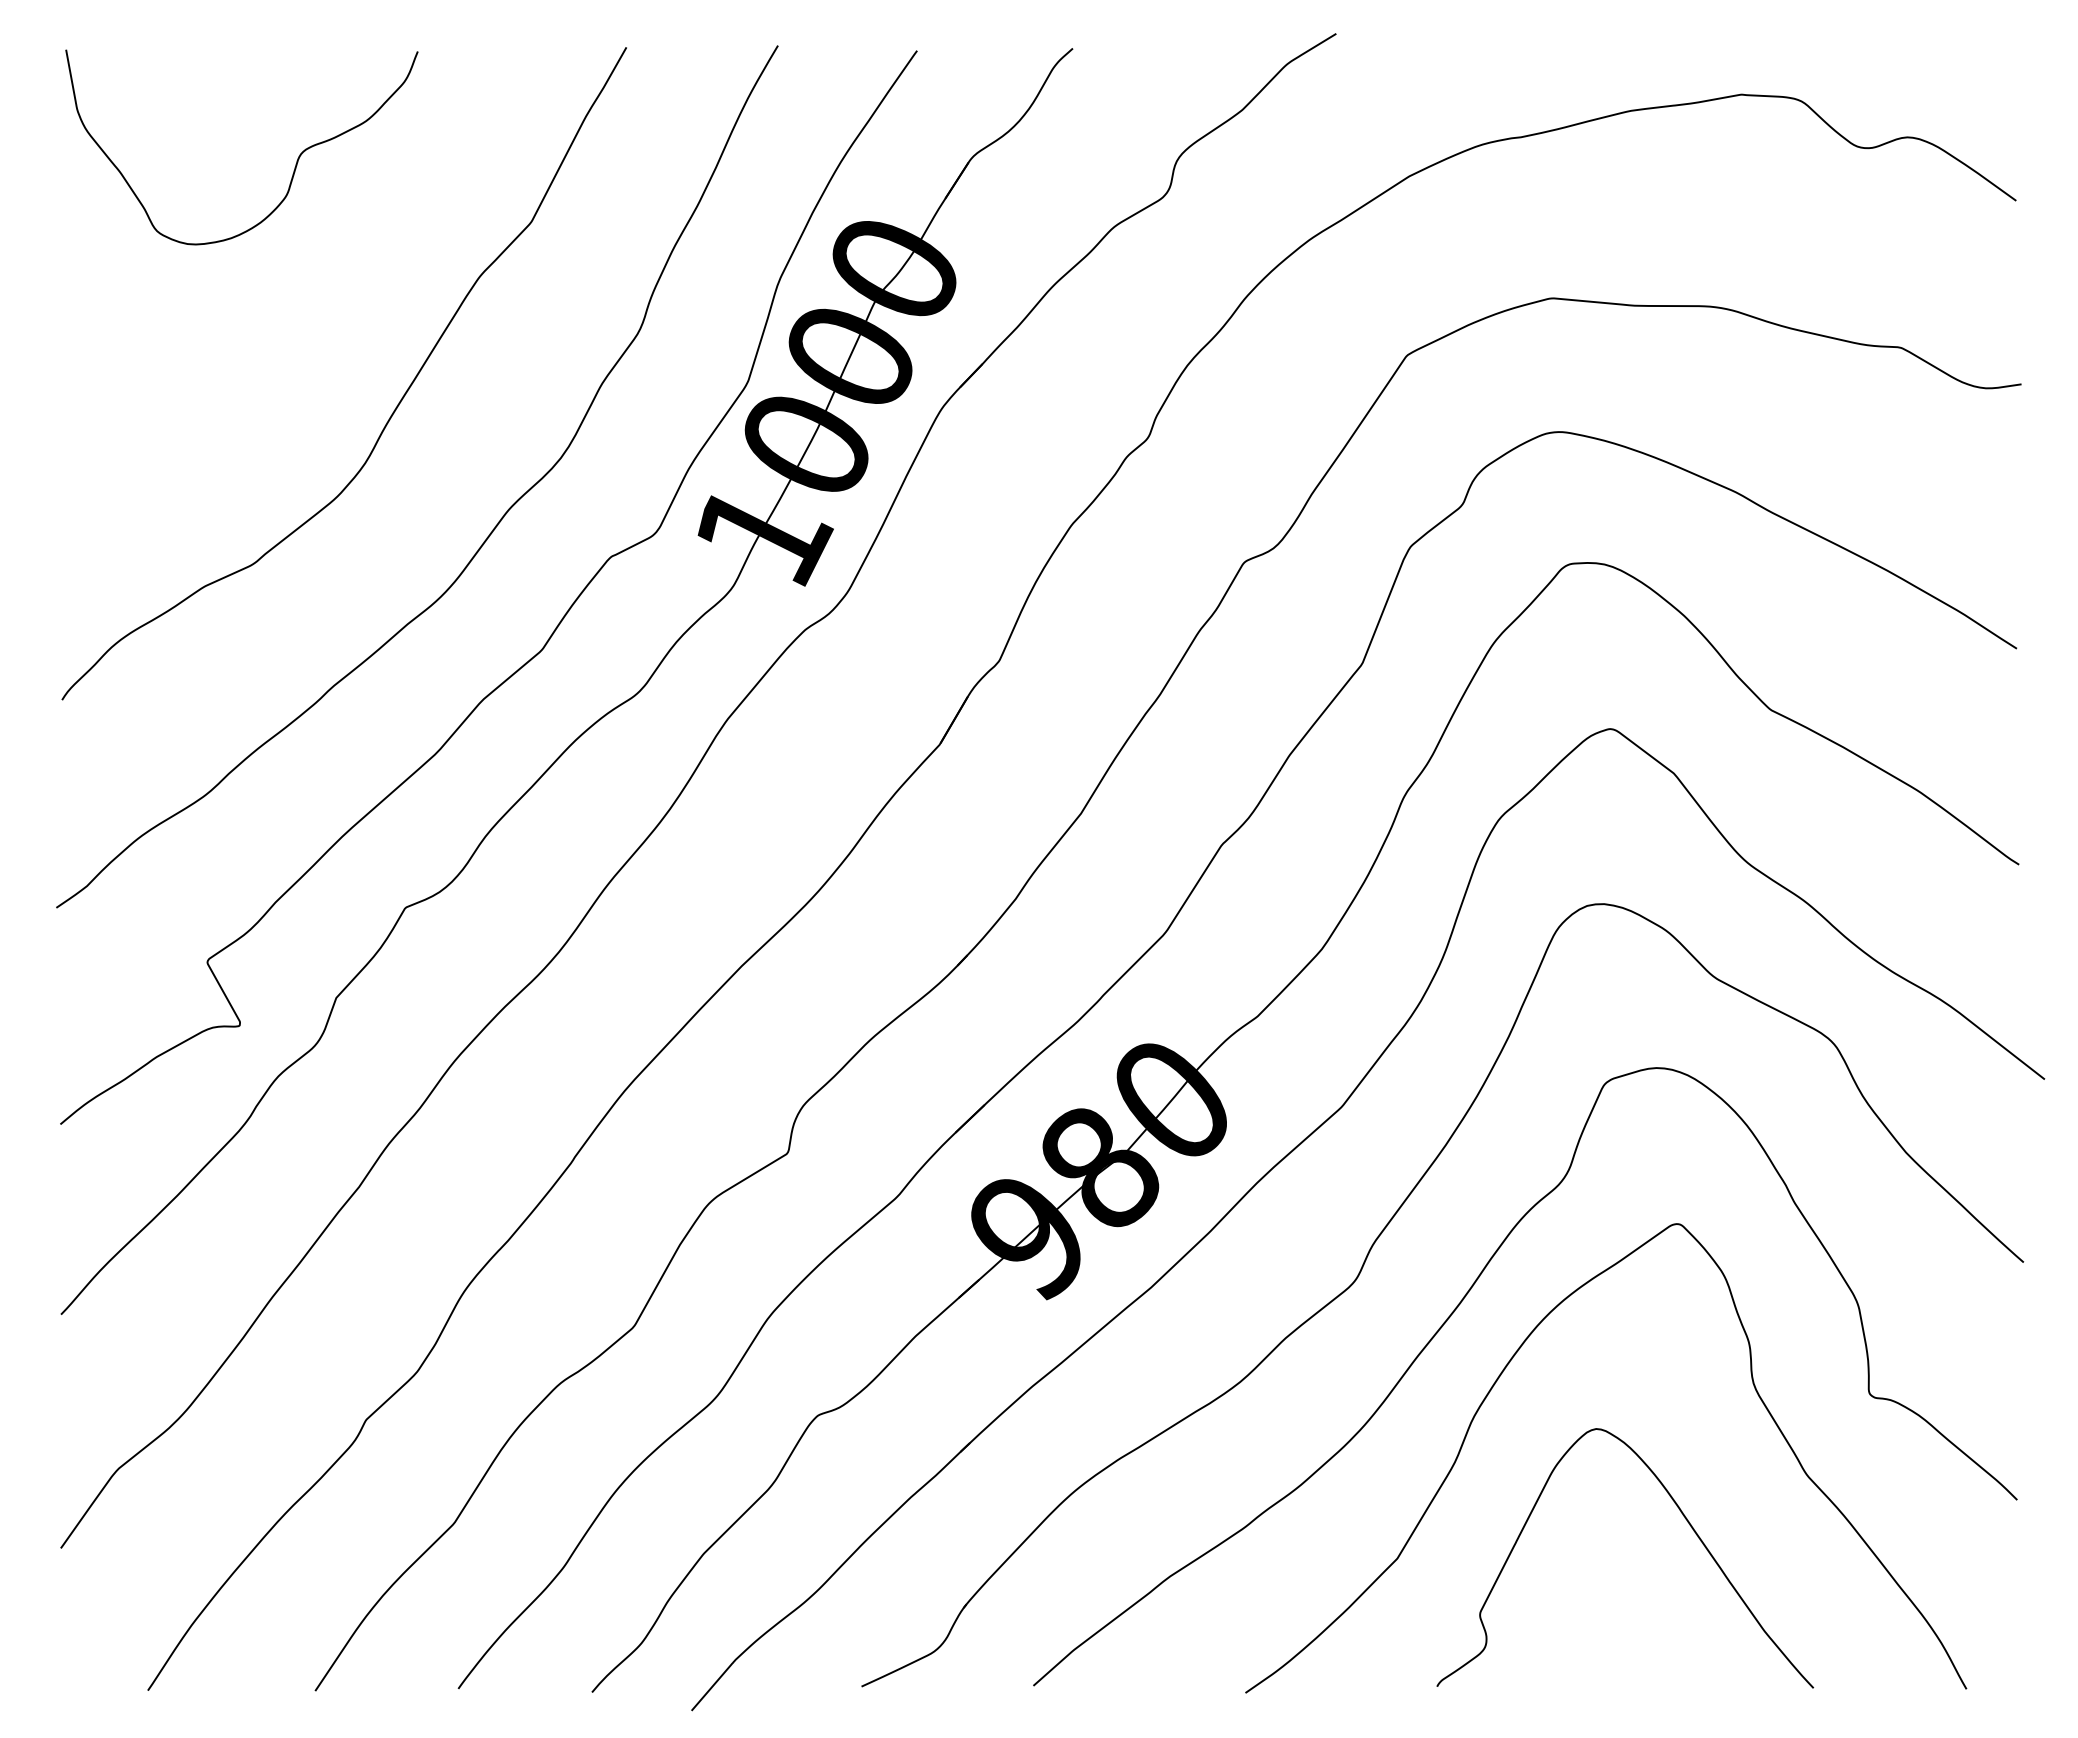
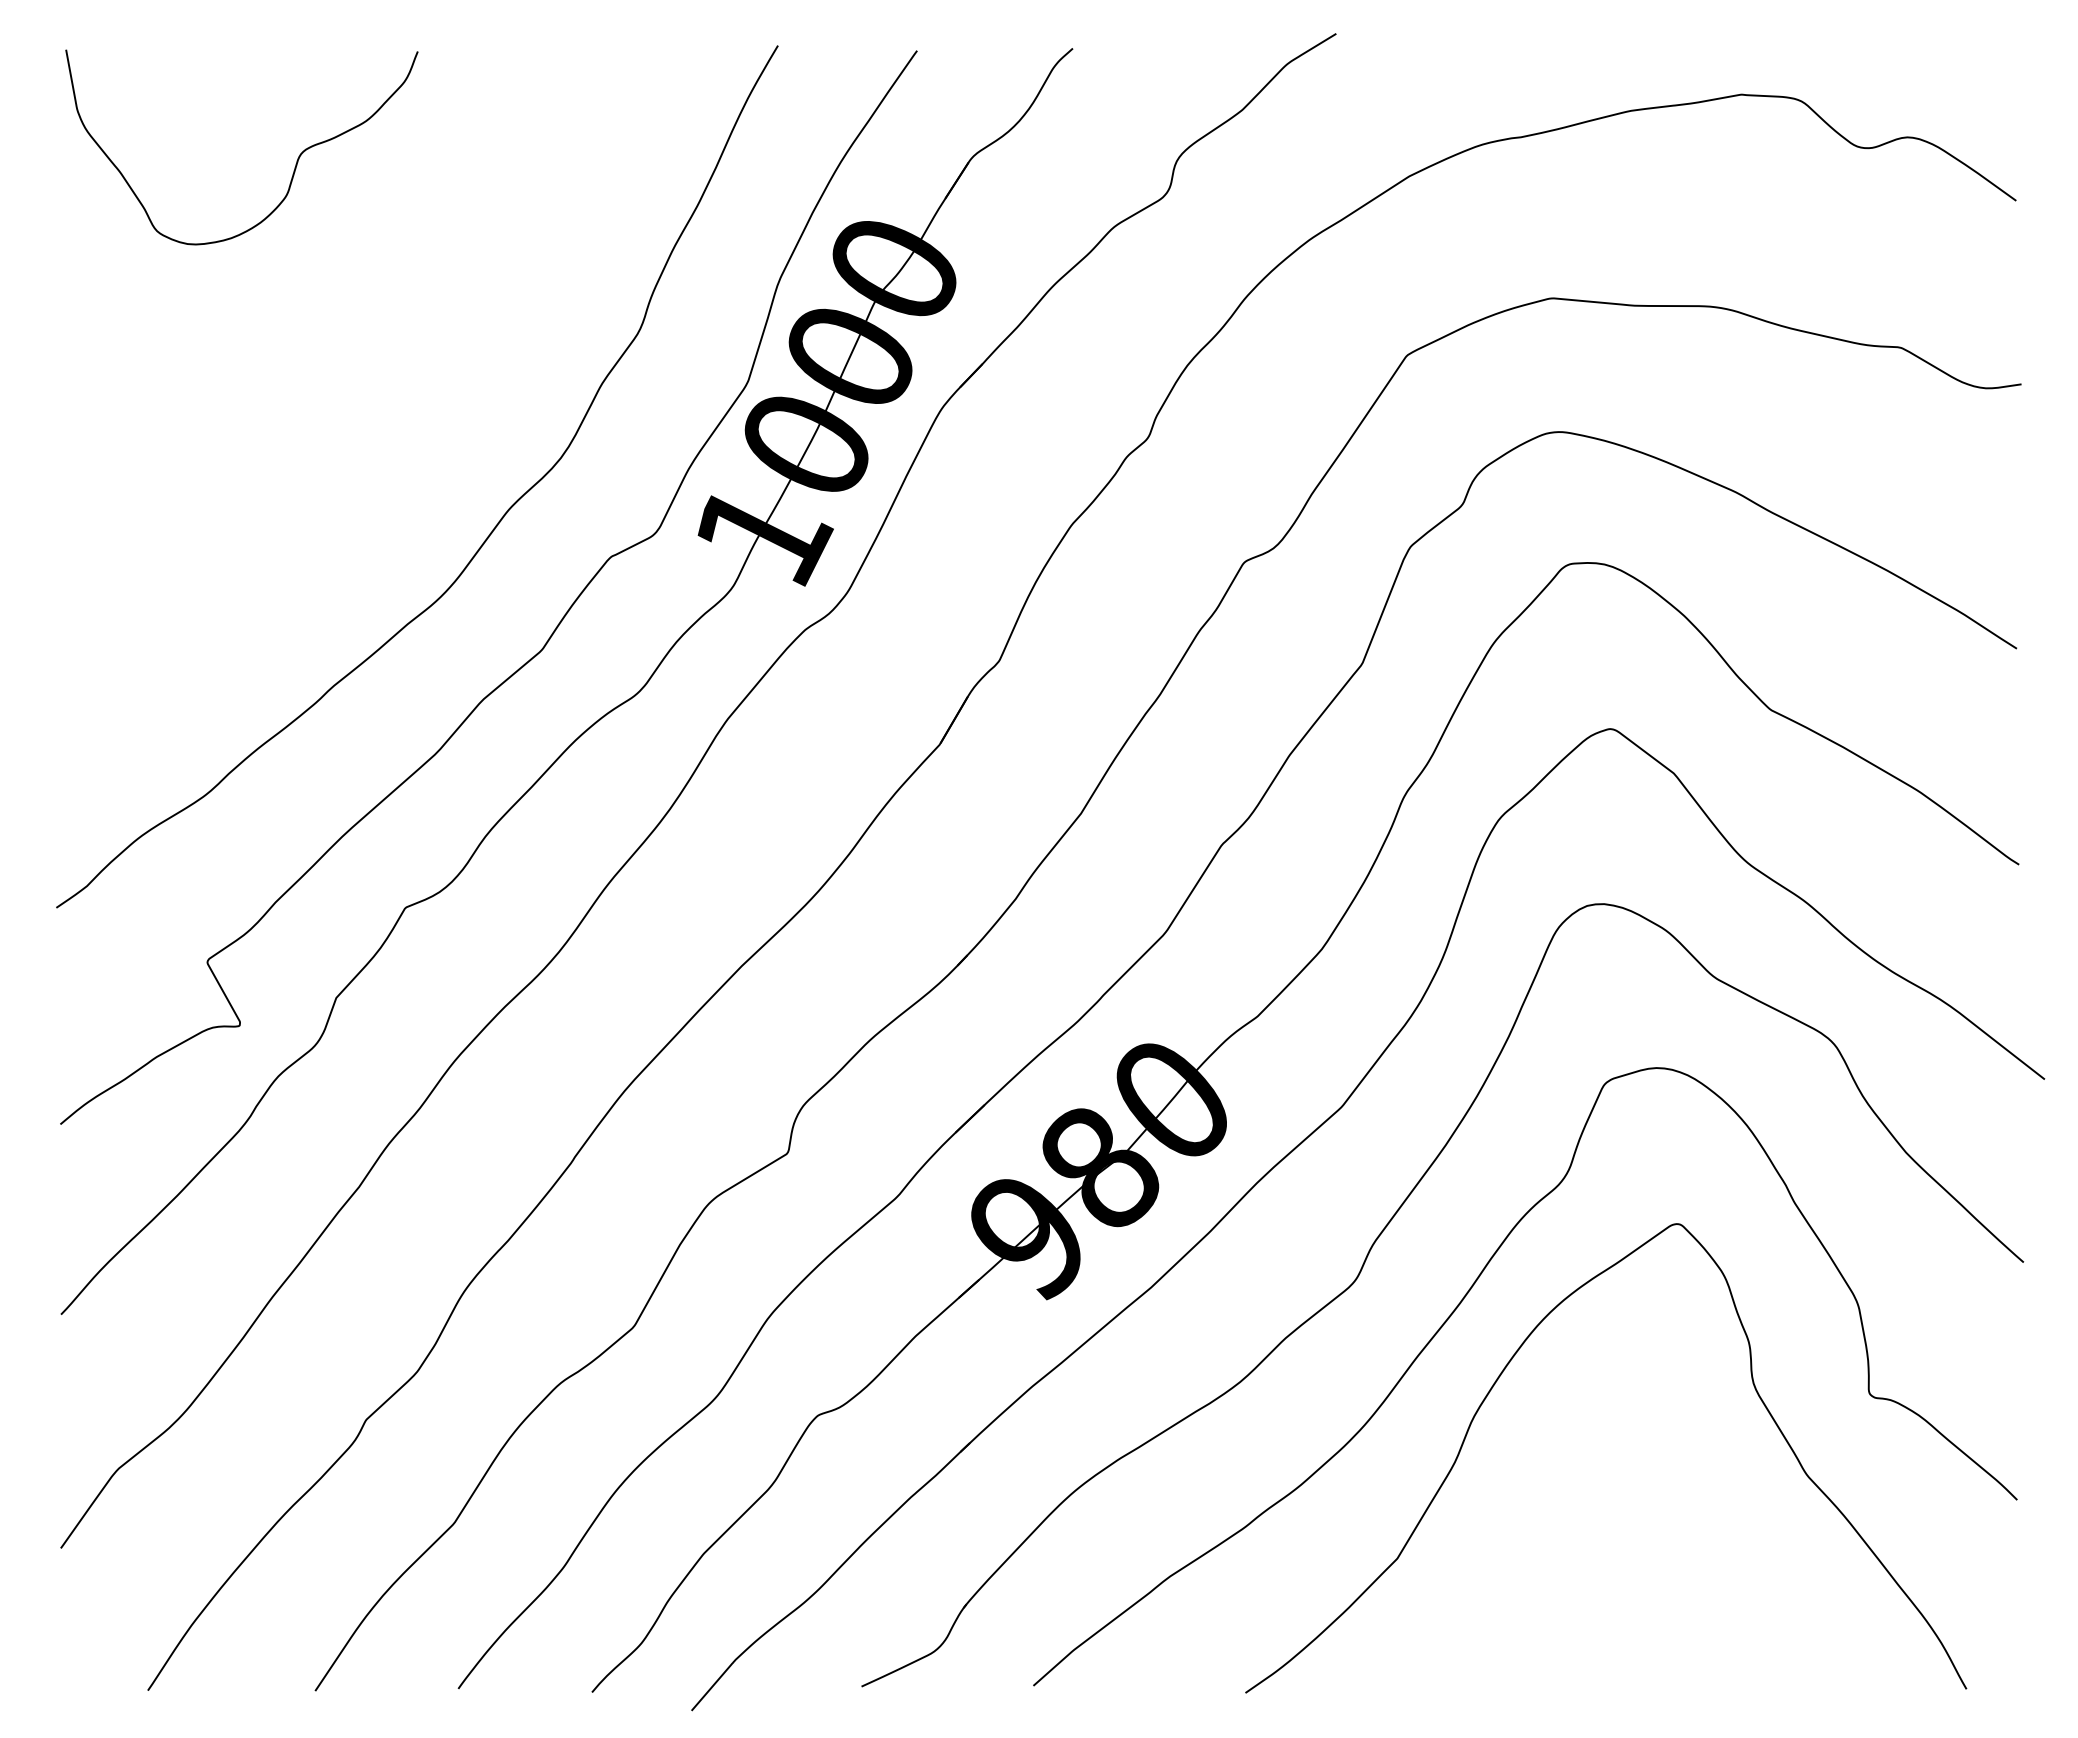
curve at (395, 407): present -> none
curve at (1682, 1515): present -> none
